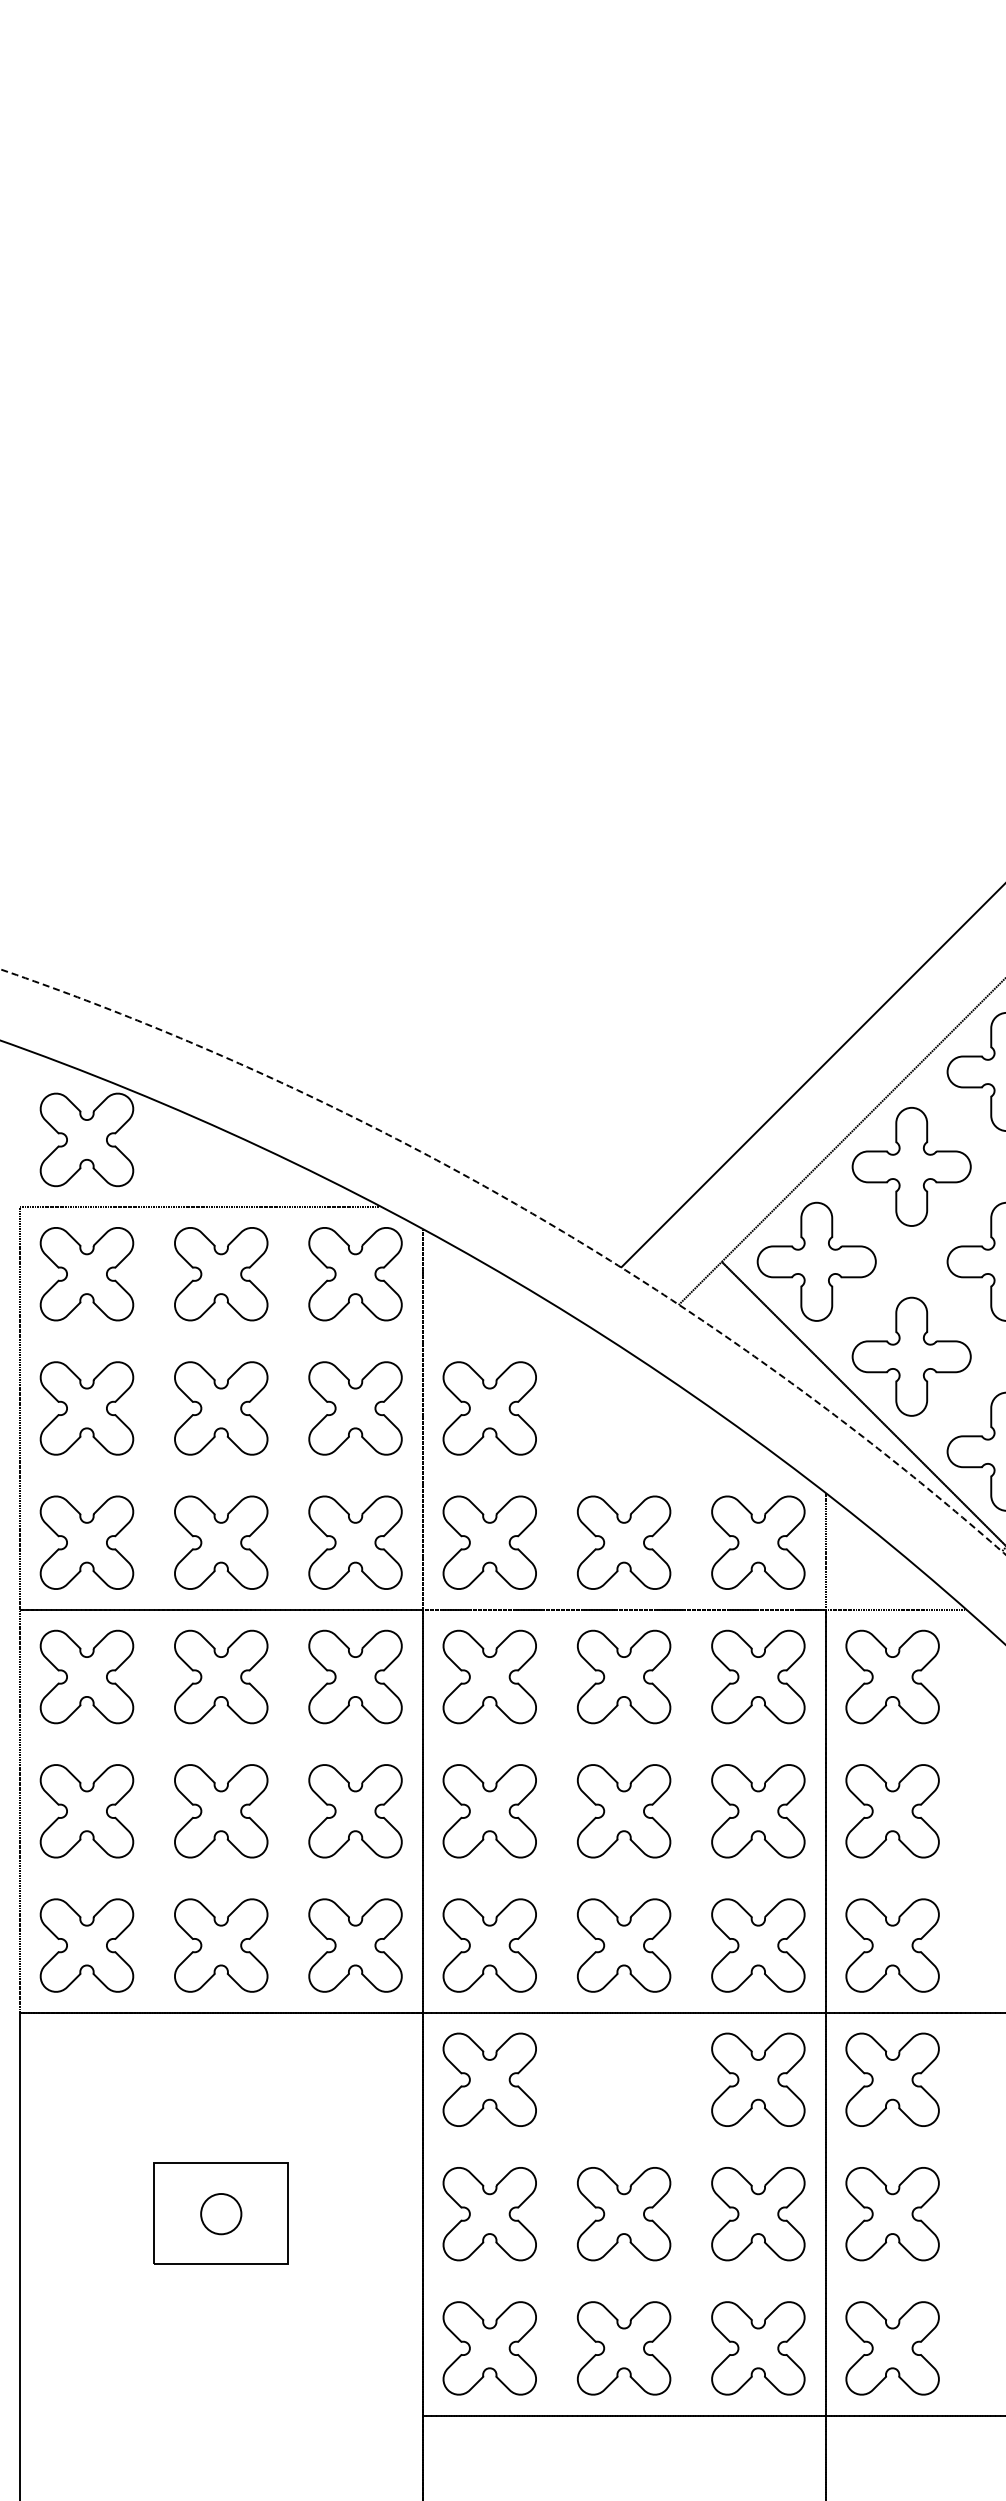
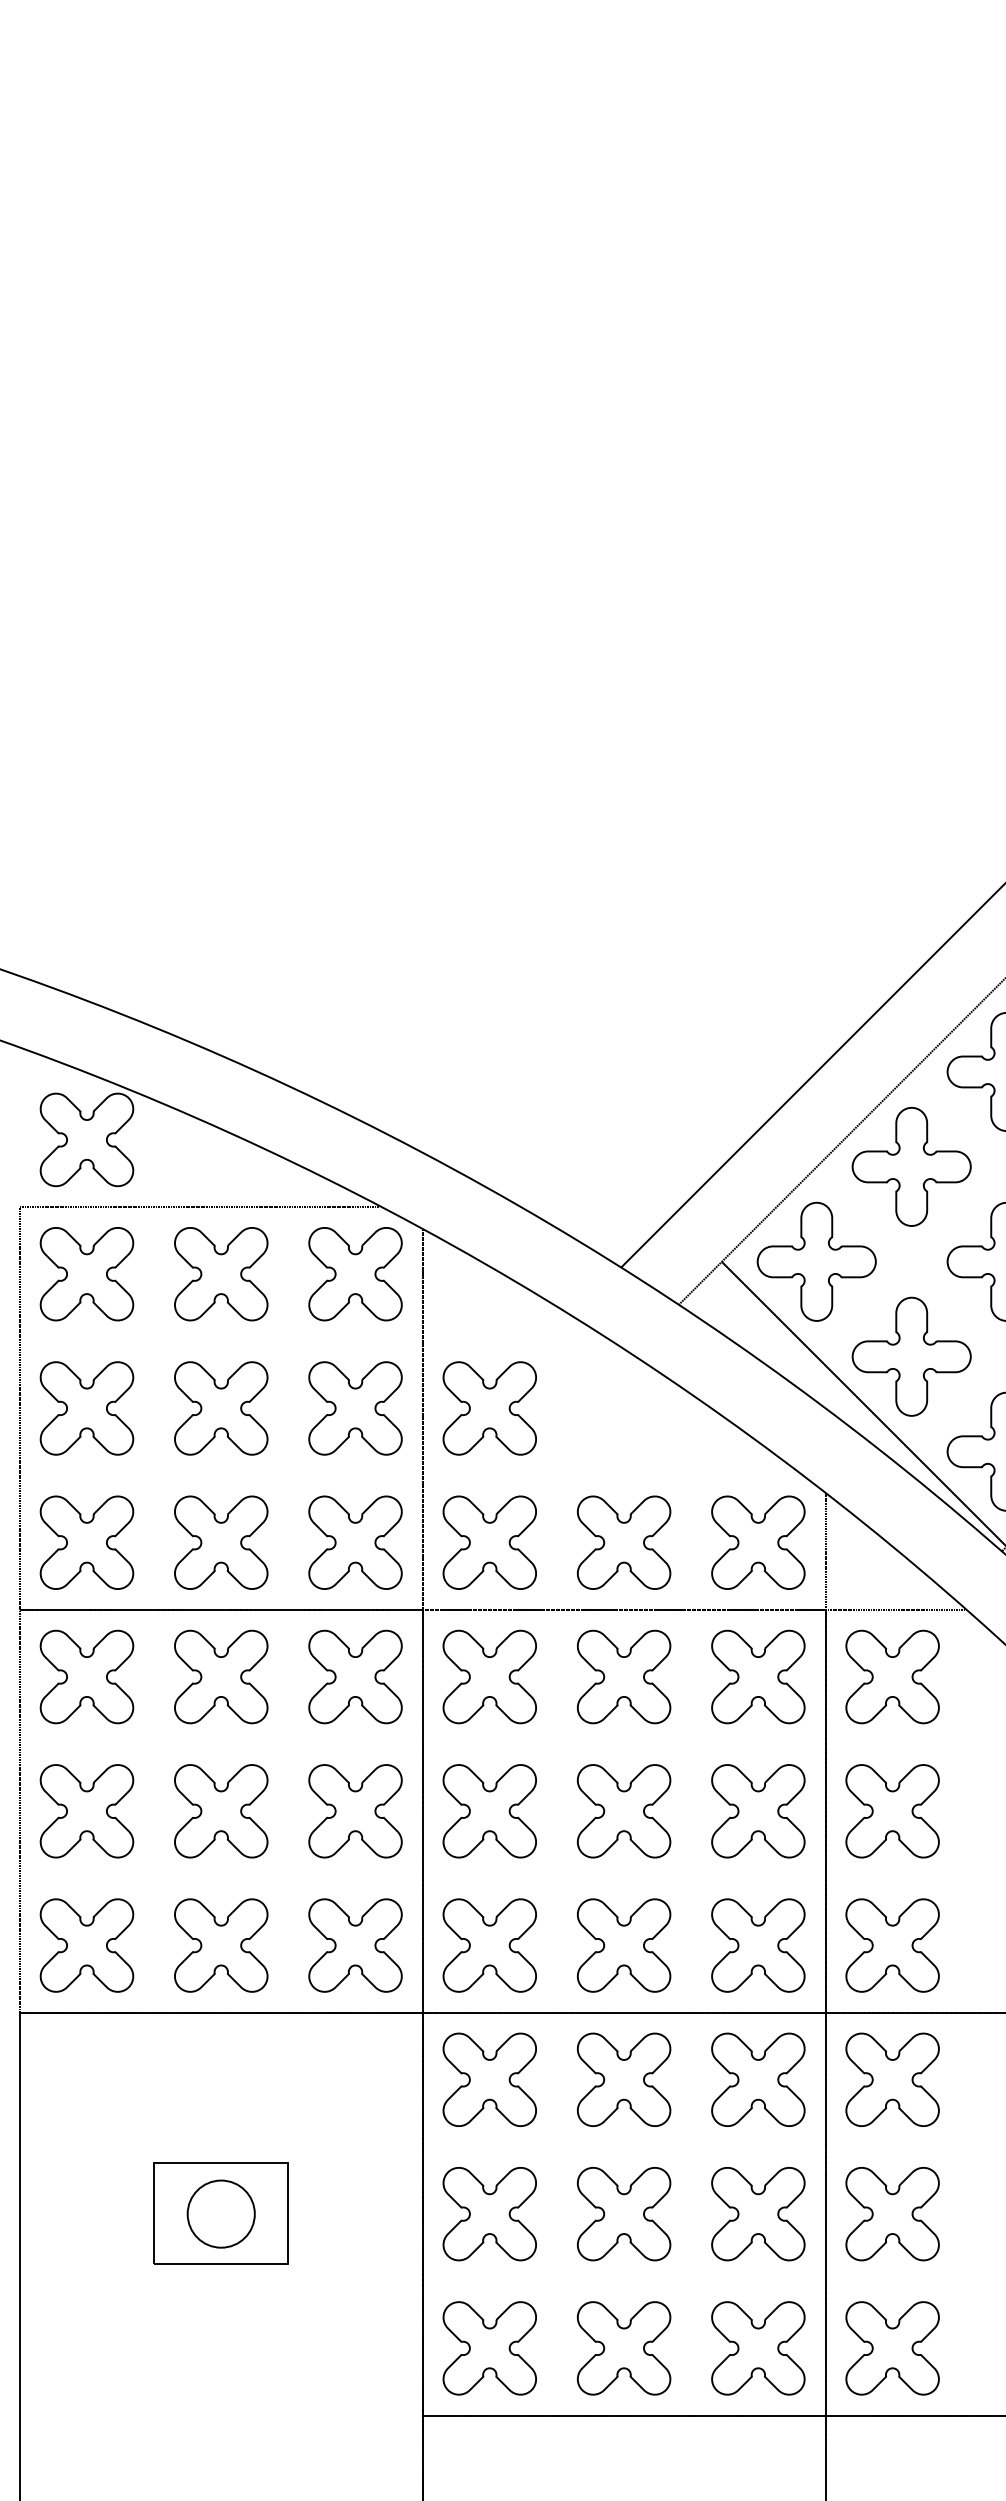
circle at (502, 1261): dashed -> solid
part at (624, 2079): none -> present
circle at (221, 2214) diameter: 40 px -> 67 px
